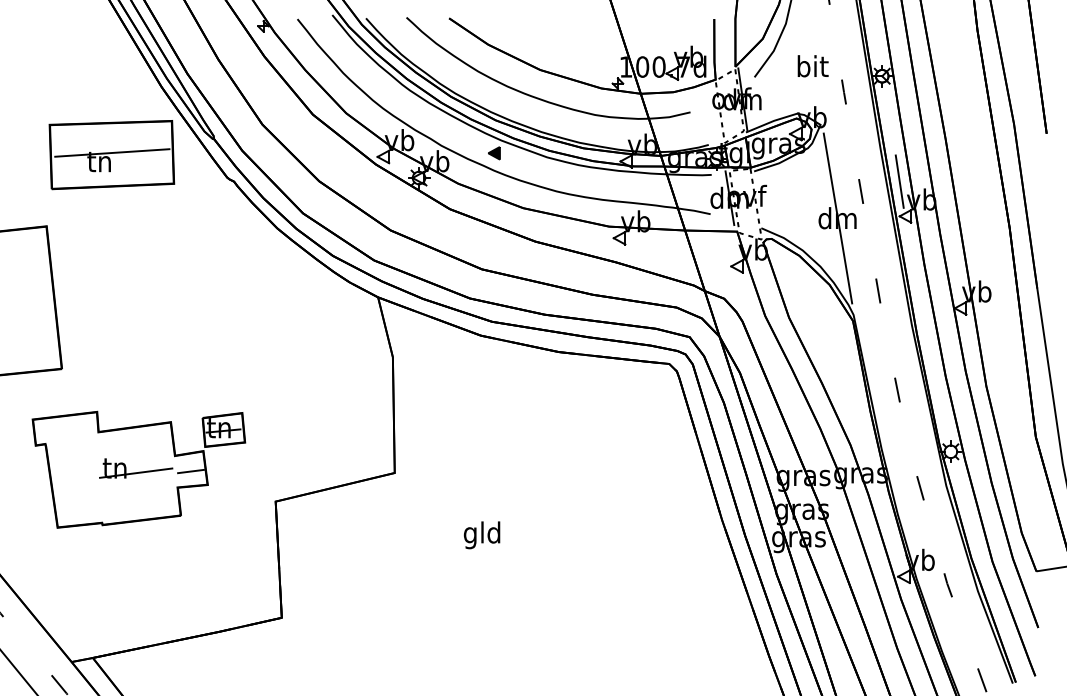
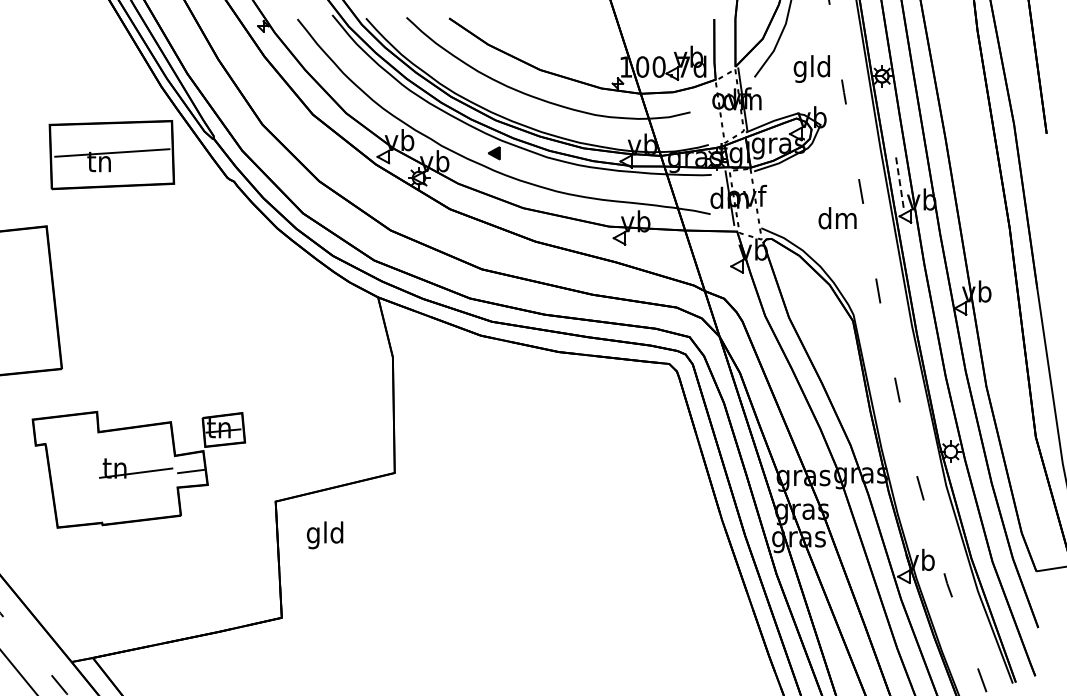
text at (811, 68): bit -> gld
line at (899, 181): solid -> dashed
line at (837, 218): present -> none
text at (481, 535) position: (481, 535) -> (324, 535)
